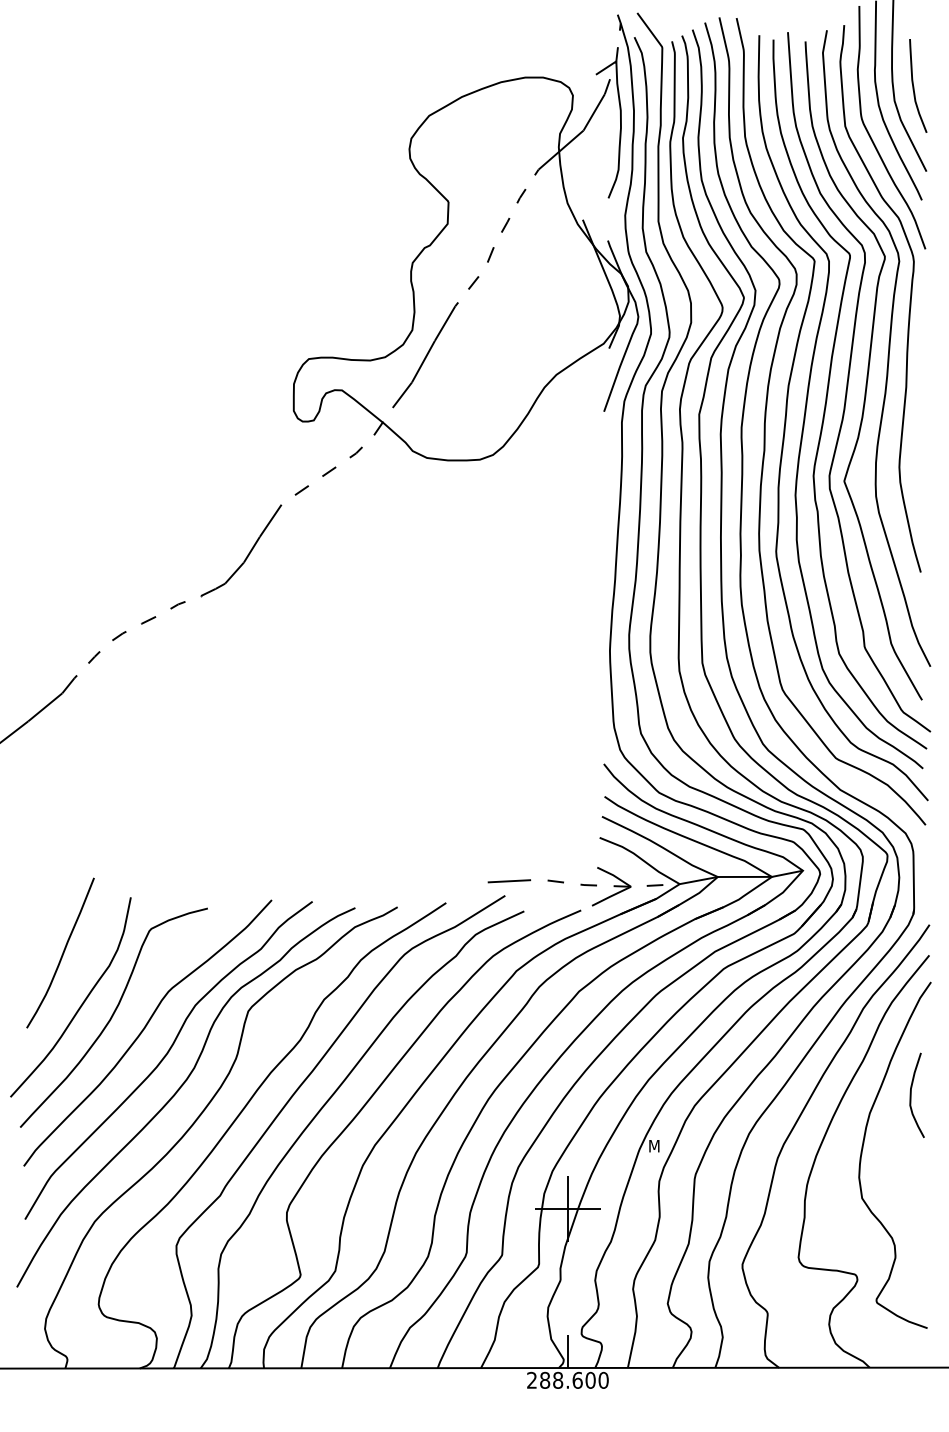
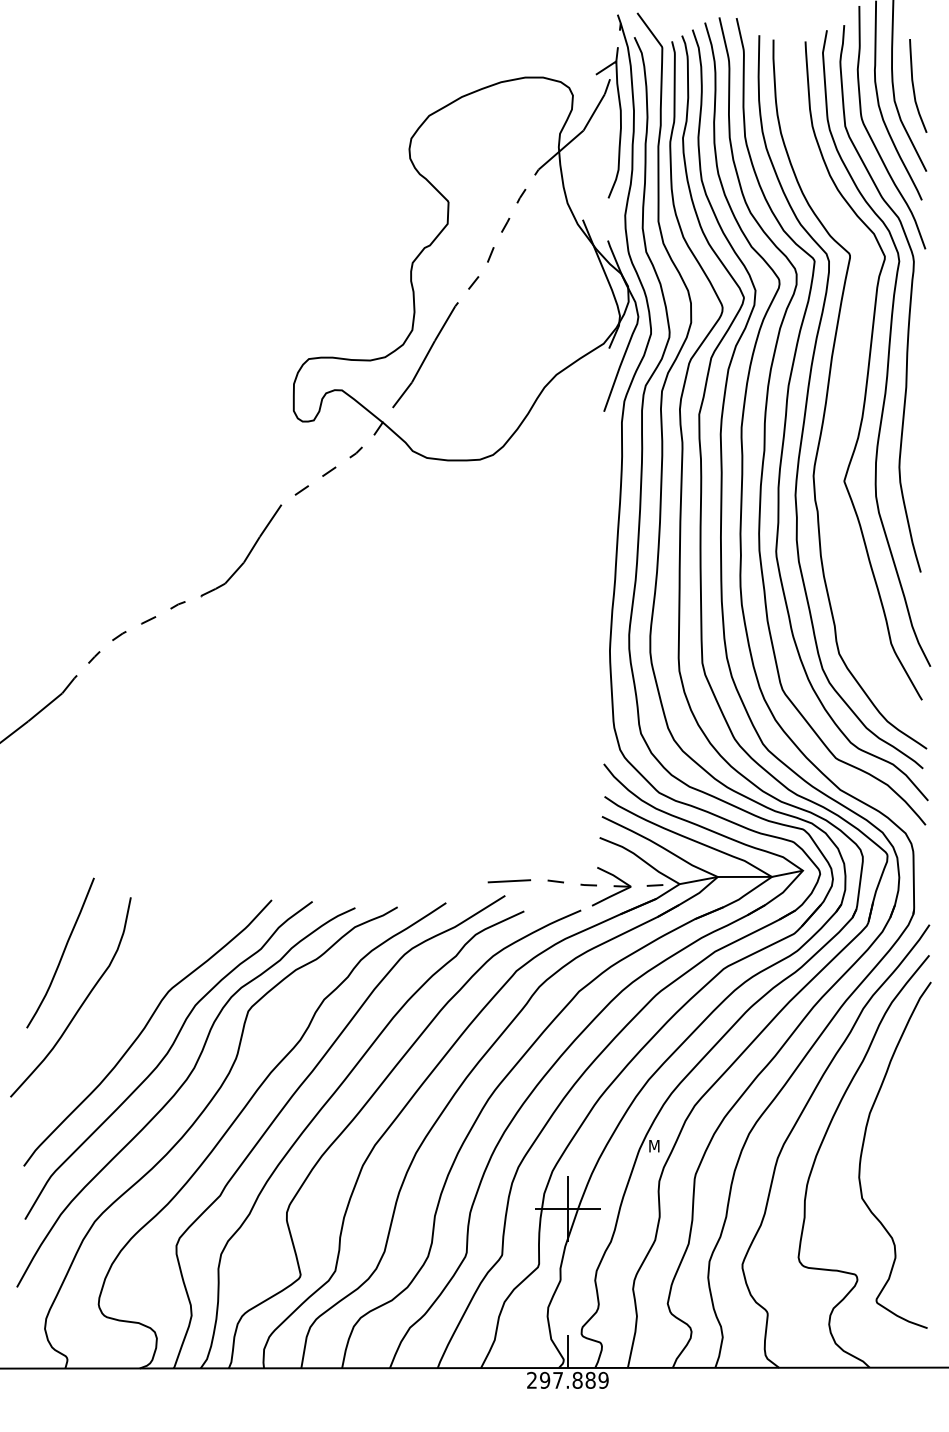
curve at (849, 378): present -> none
curve at (113, 1016): present -> none
curve at (911, 1094): present -> none
text at (574, 1379): 288.600 -> 297.889
